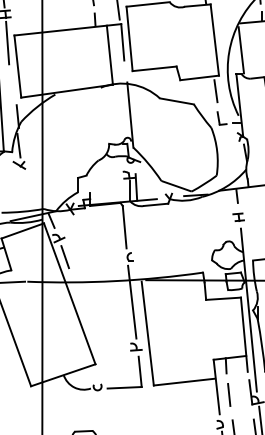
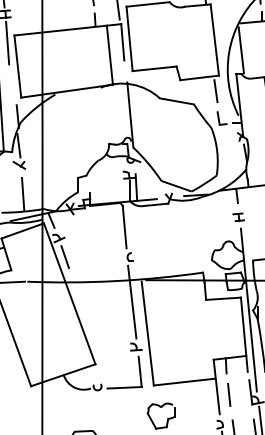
line at (23, 193): none -> present
part at (167, 417): none -> present
